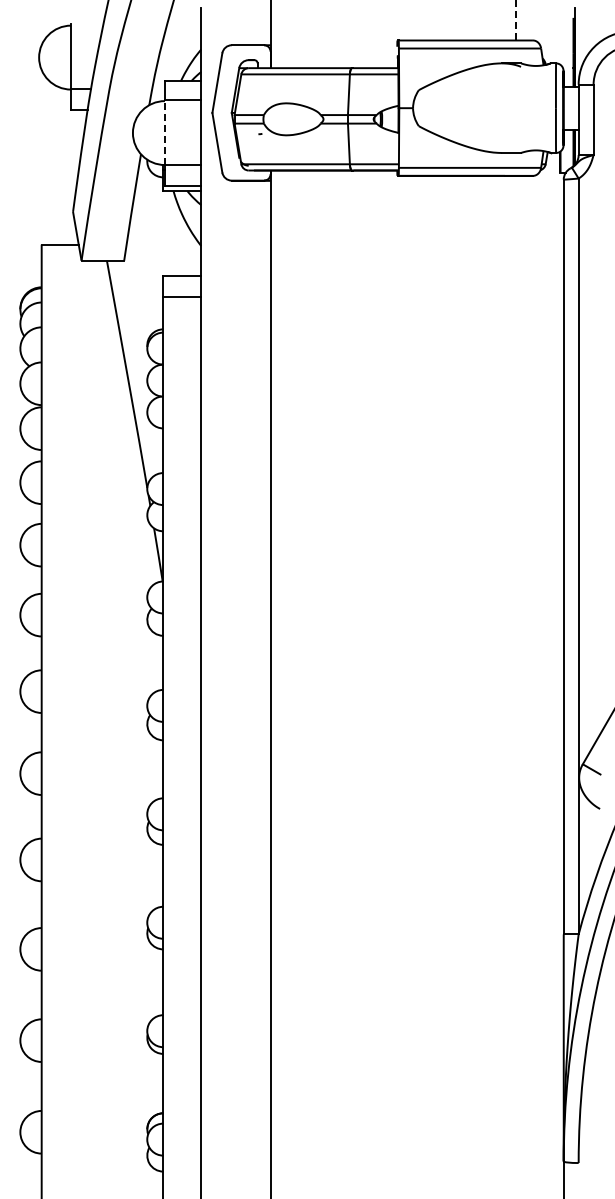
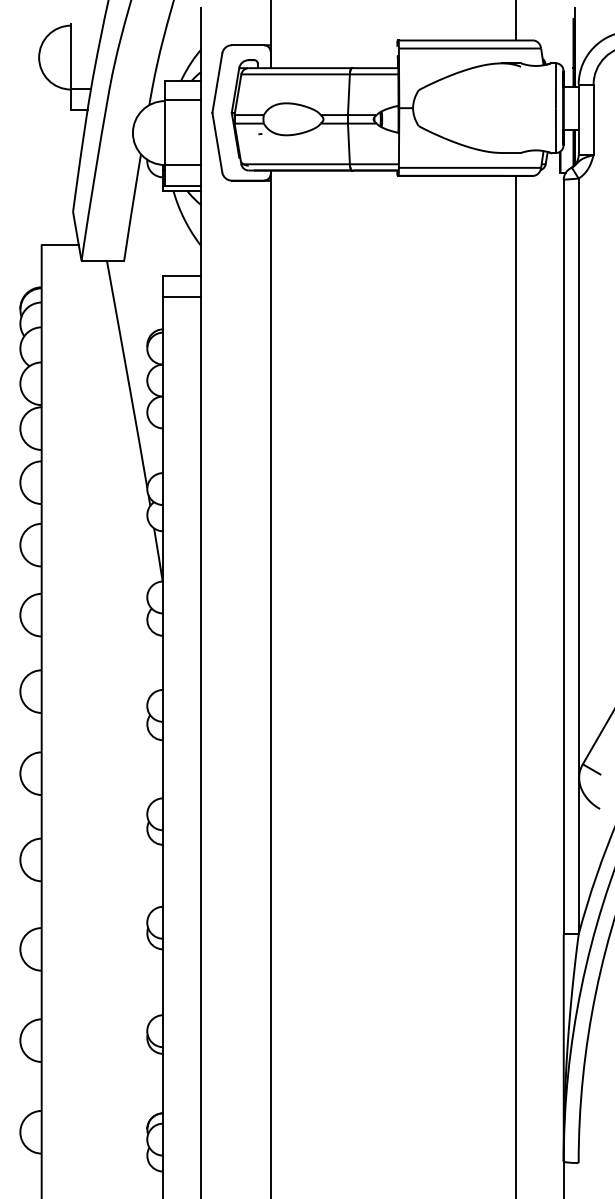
line at (515, 20): dashed -> solid
line at (164, 131): dashed -> solid
line at (515, 685): none -> present
